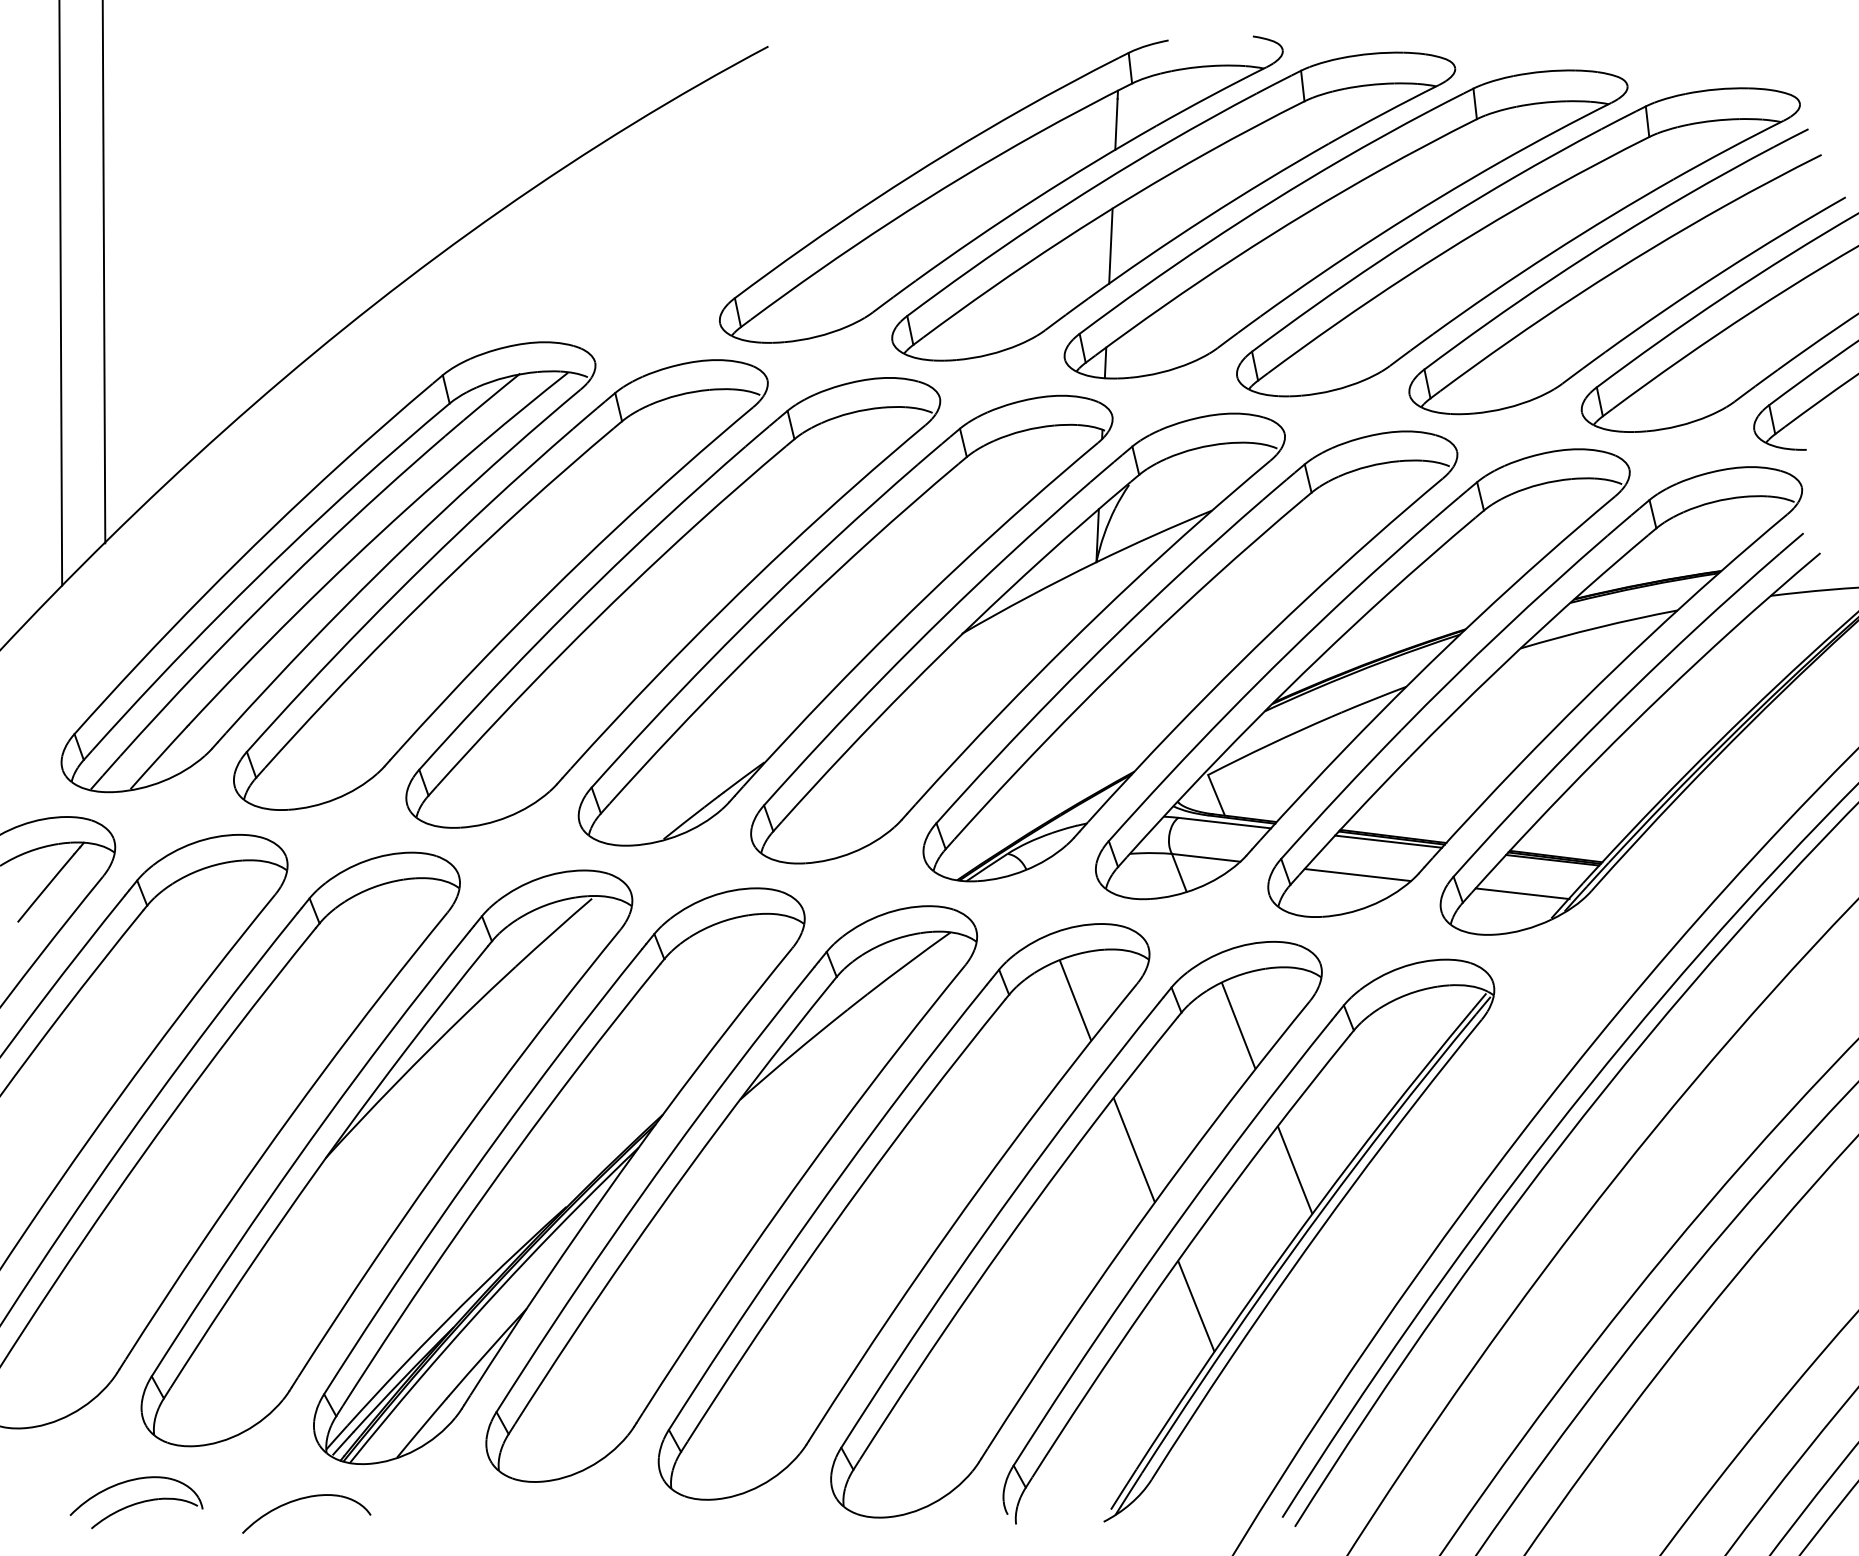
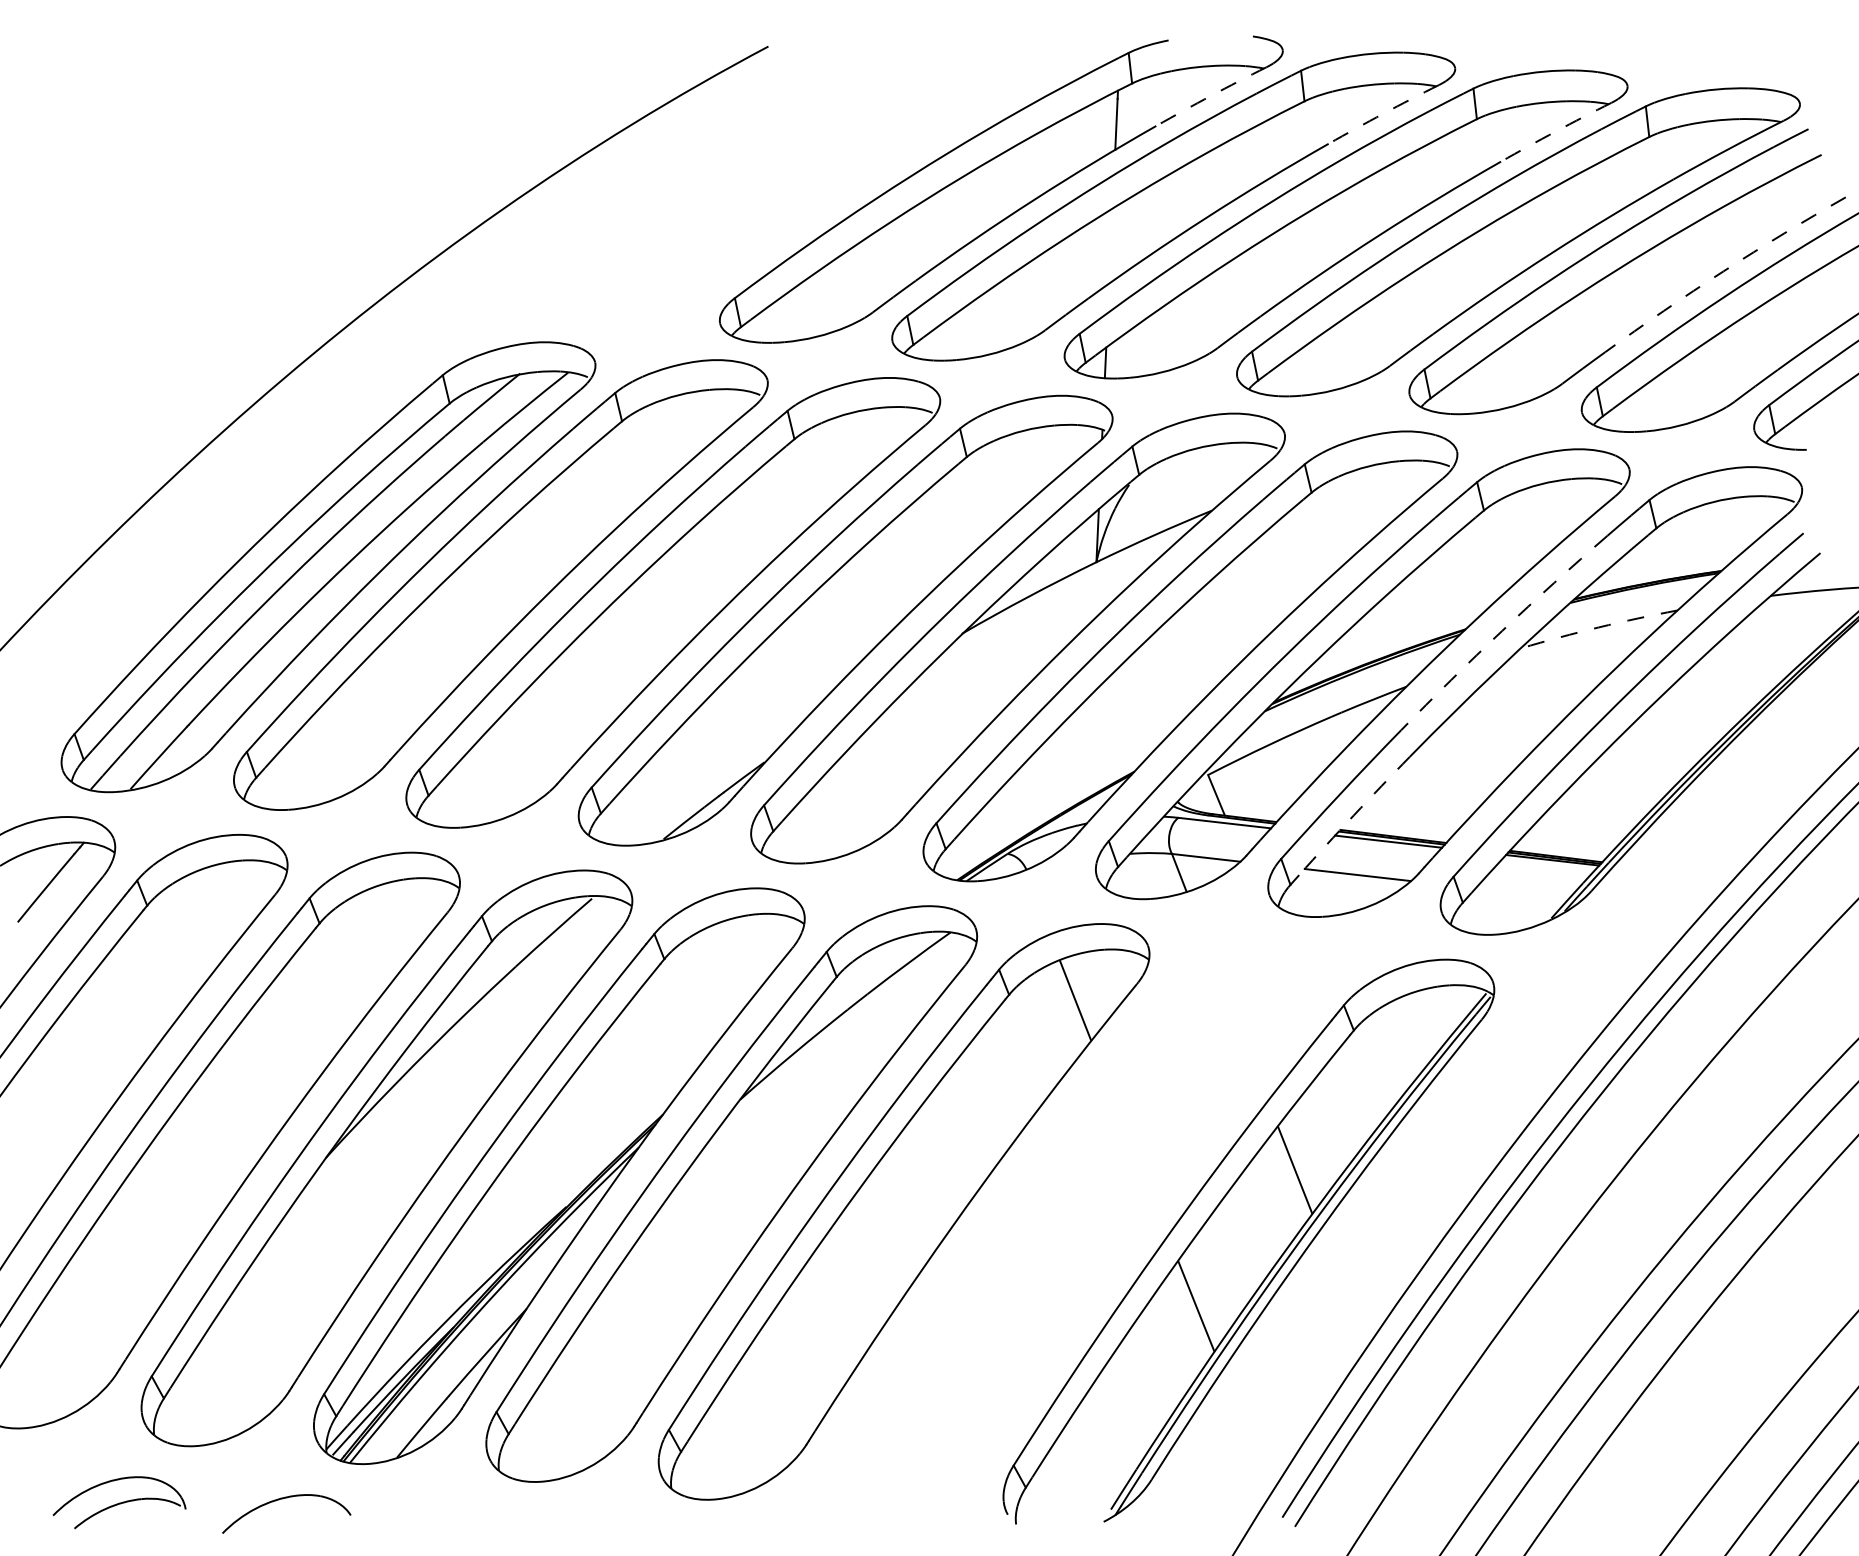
arc at (1211, 95): solid -> dashed
arc at (1383, 113): solid -> dashed
arc at (1555, 131): solid -> dashed
line at (1110, 245): present -> none
arc at (1723, 271): solid -> dashed
line at (103, 272): present -> none
line at (60, 293): present -> none
arc at (1598, 627): solid -> dashed
arc at (1502, 630): solid -> dashed
arc at (1353, 815): solid -> dashed
line at (1522, 893): present -> none
part at (1076, 1229): present -> none
part at (303, 1499) position: (303, 1499) -> (283, 1499)
part at (136, 1502) position: (136, 1502) -> (119, 1502)
